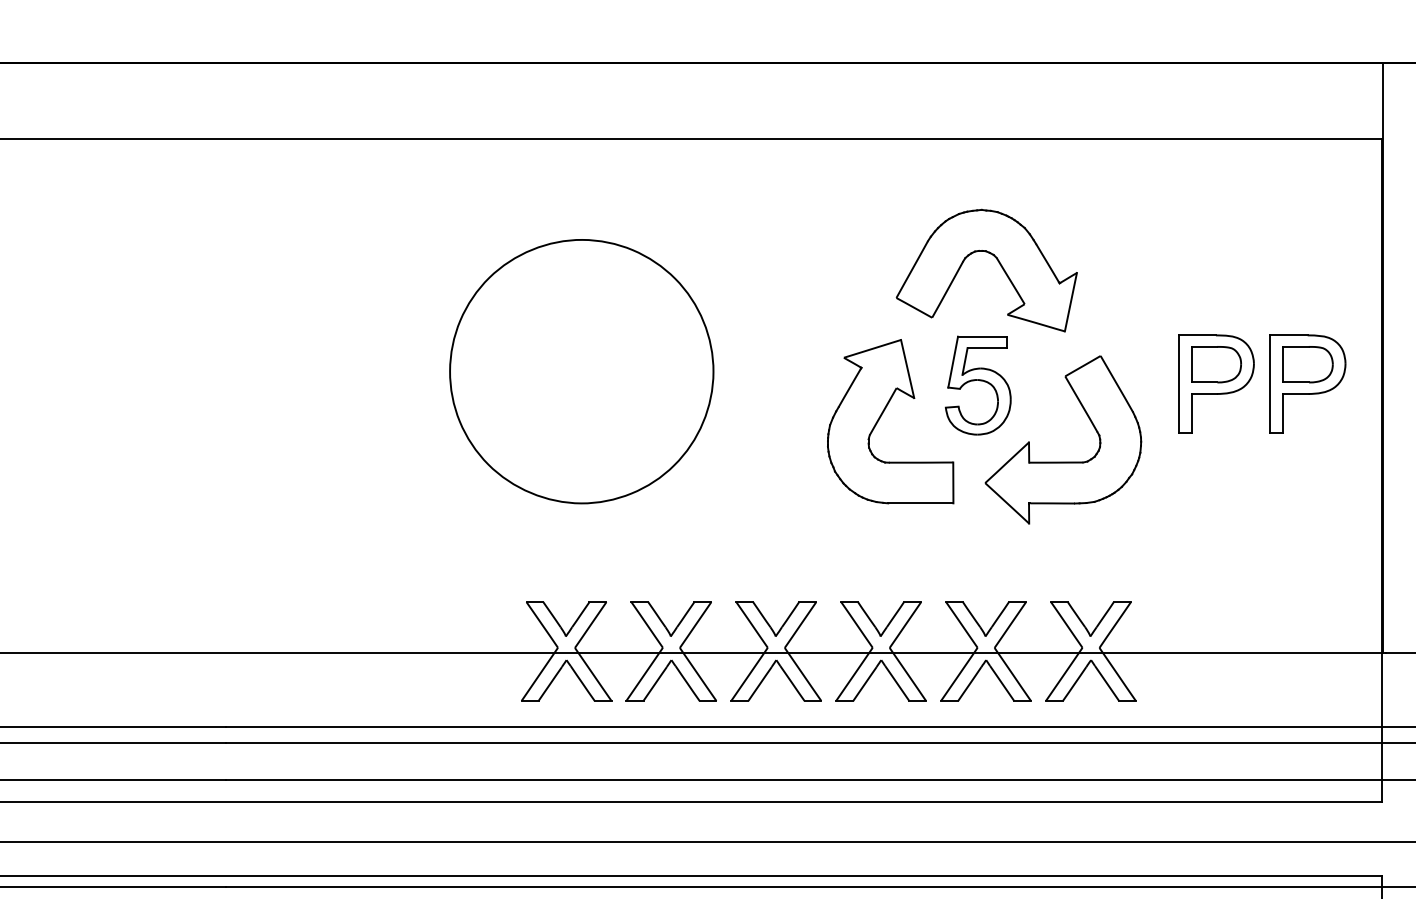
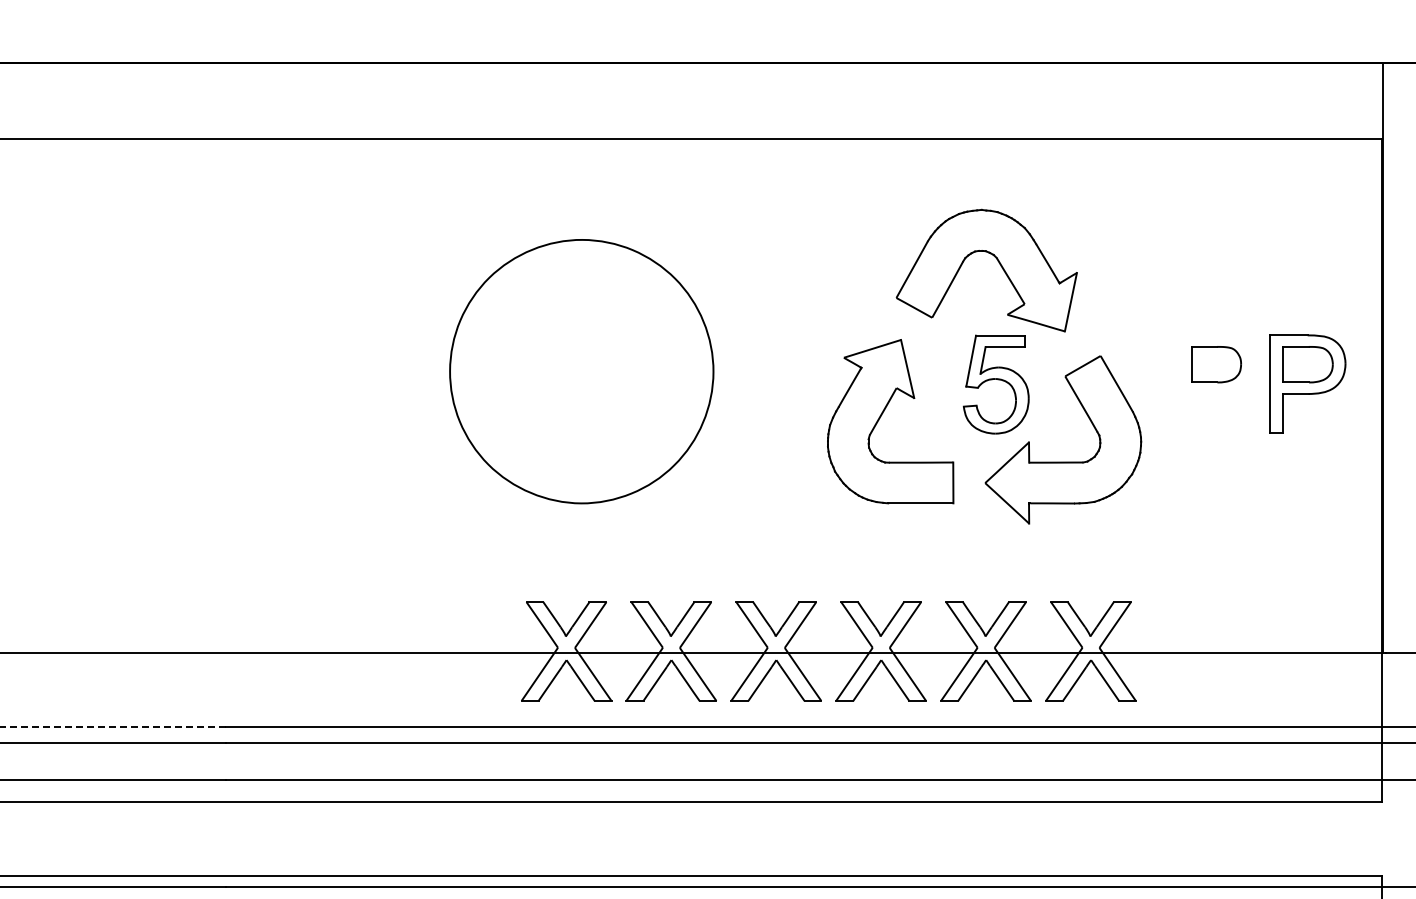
part at (1216, 383): present -> none
part at (977, 385) position: (977, 385) -> (995, 384)
line at (113, 726): solid -> dashed
line at (707, 841): present -> none
